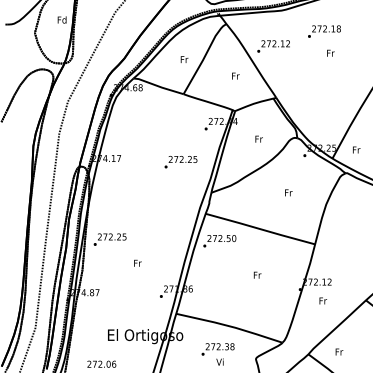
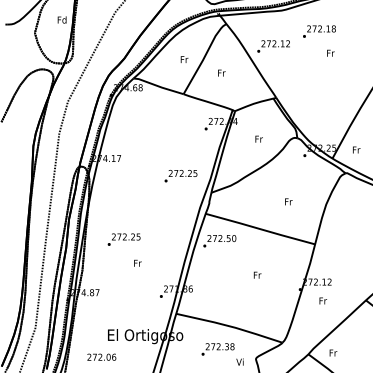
text at (324, 31) position: (324, 31) -> (319, 31)
text at (235, 75) position: (235, 75) -> (221, 72)
text at (180, 162) position: (180, 162) -> (180, 176)
text at (288, 192) position: (288, 192) -> (288, 201)
text at (109, 239) position: (109, 239) -> (123, 239)
text at (339, 351) position: (339, 351) -> (333, 352)
text at (219, 361) position: (219, 361) -> (239, 361)
text at (101, 363) position: (101, 363) -> (101, 356)
